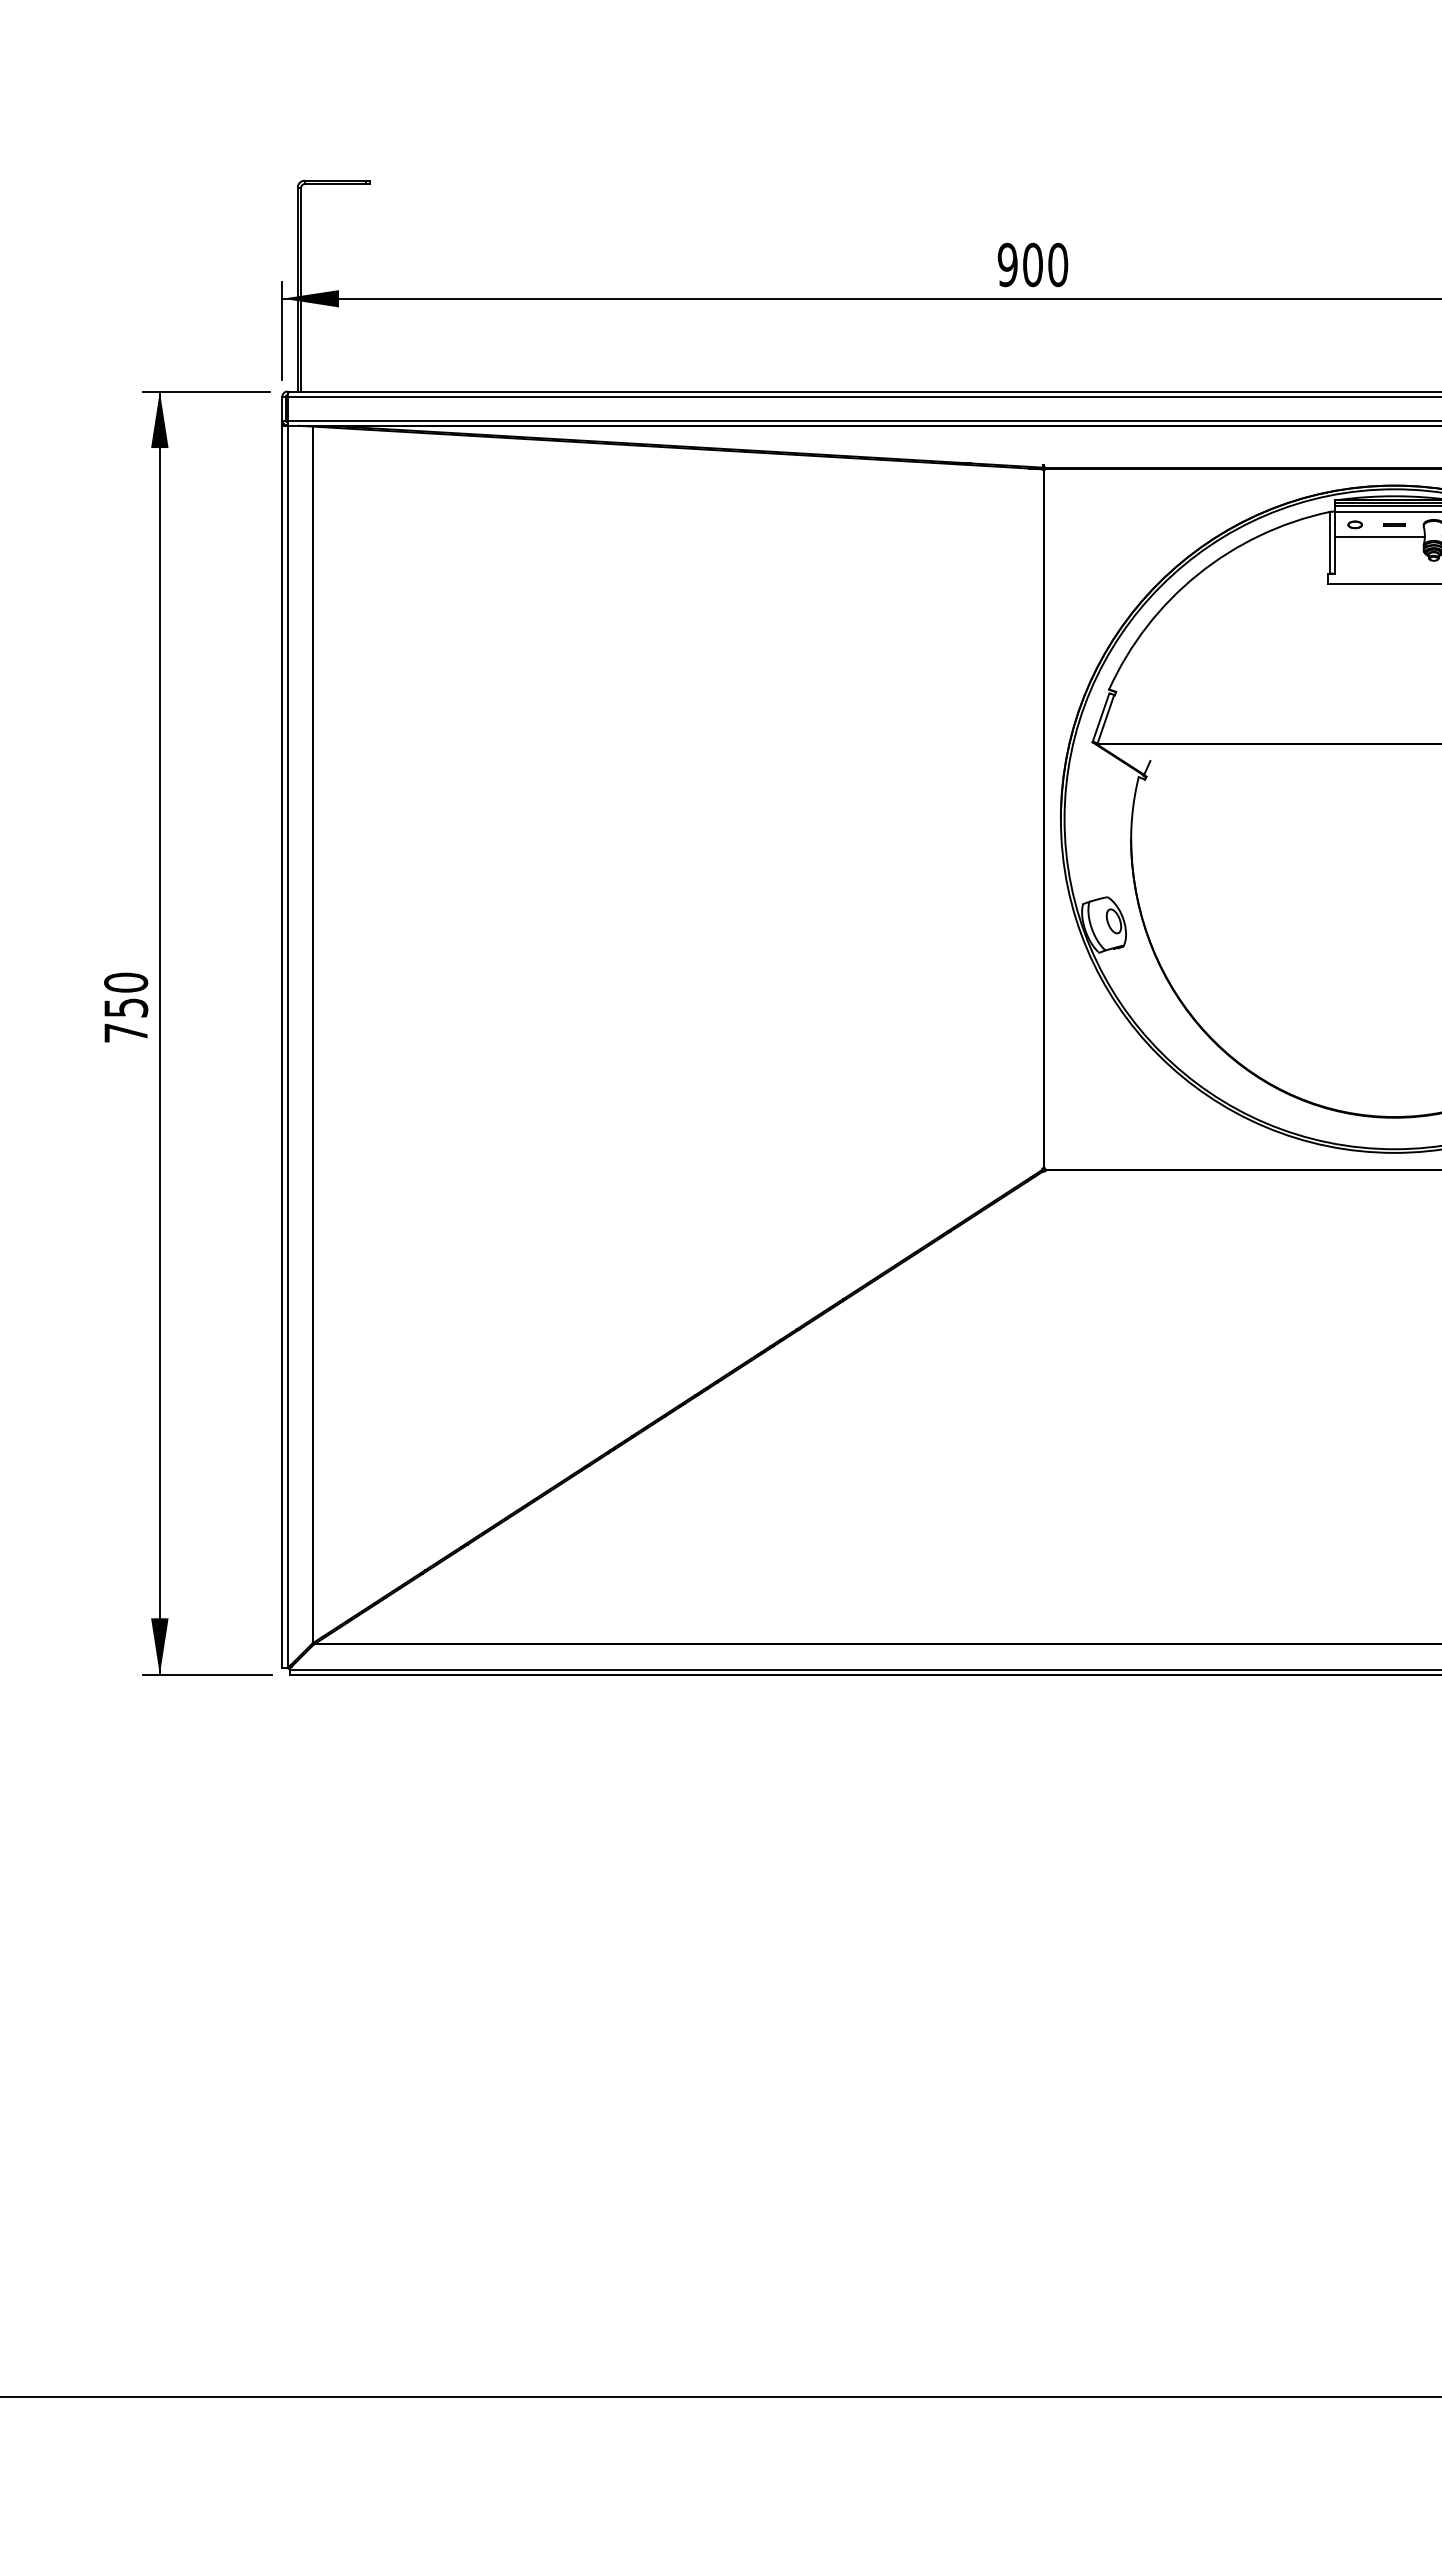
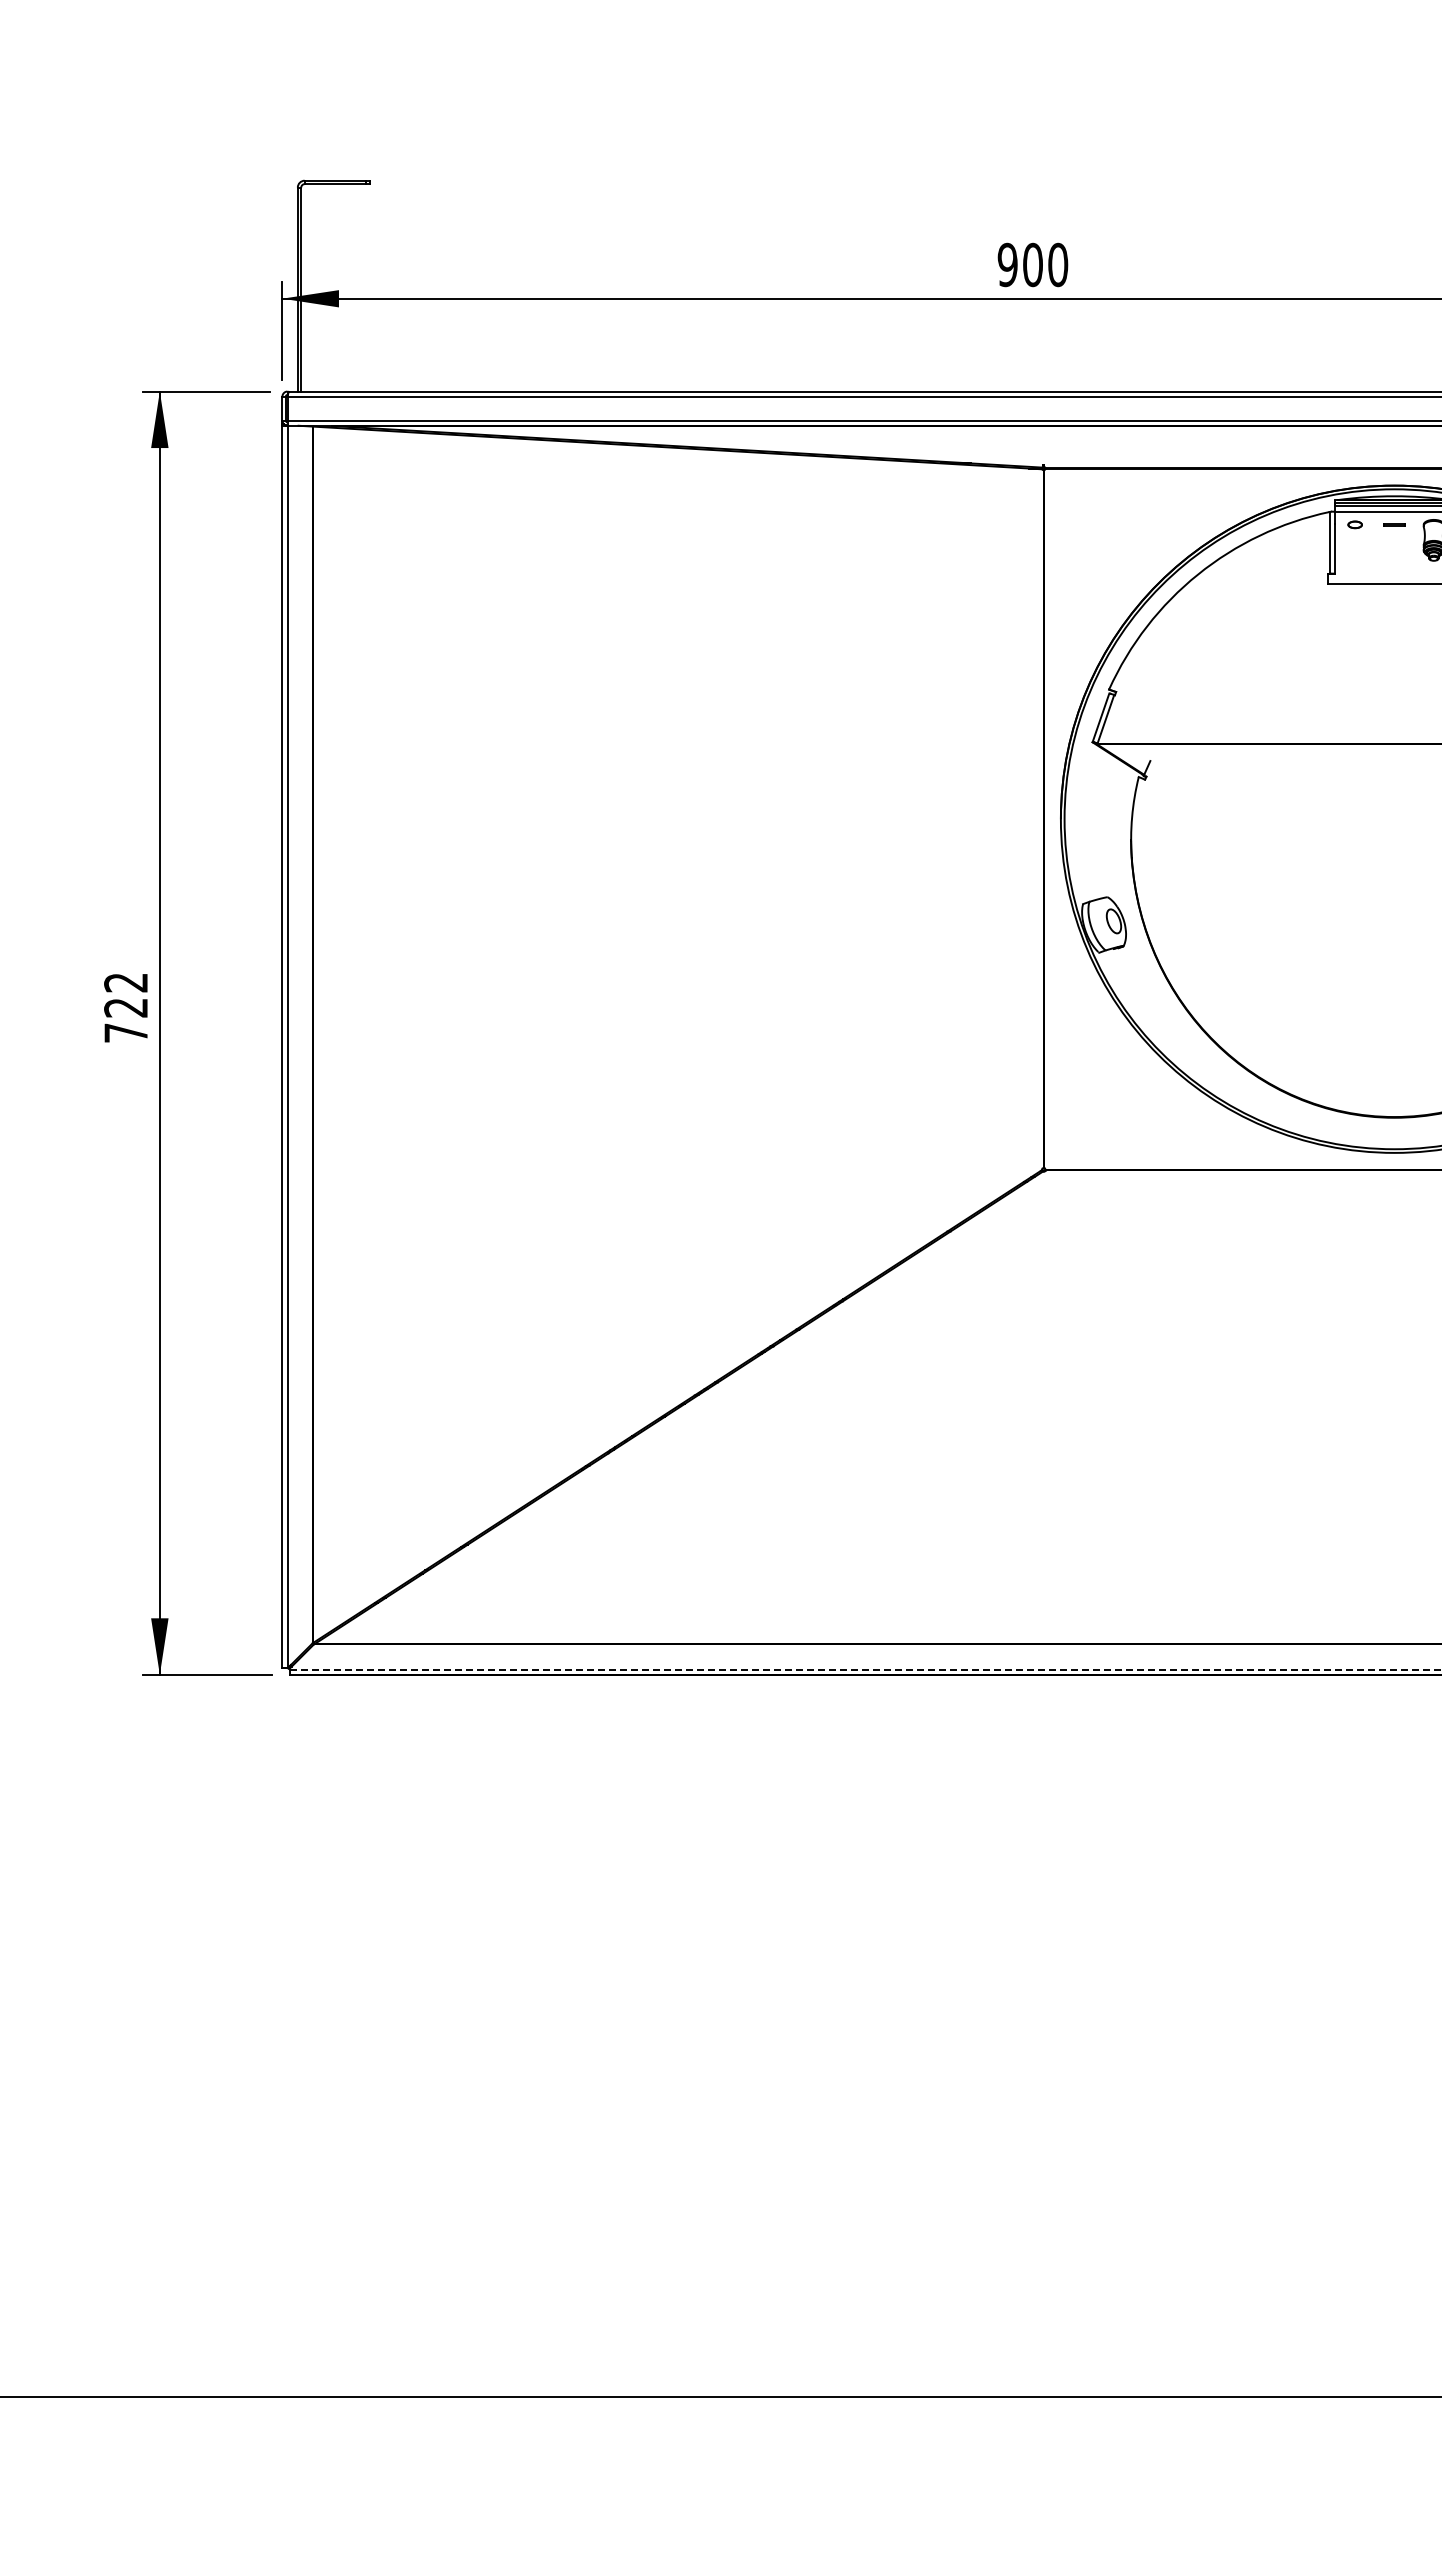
line at (1379, 537): present -> none
text at (126, 994): 750 -> 722
line at (865, 1669): solid -> dashed
